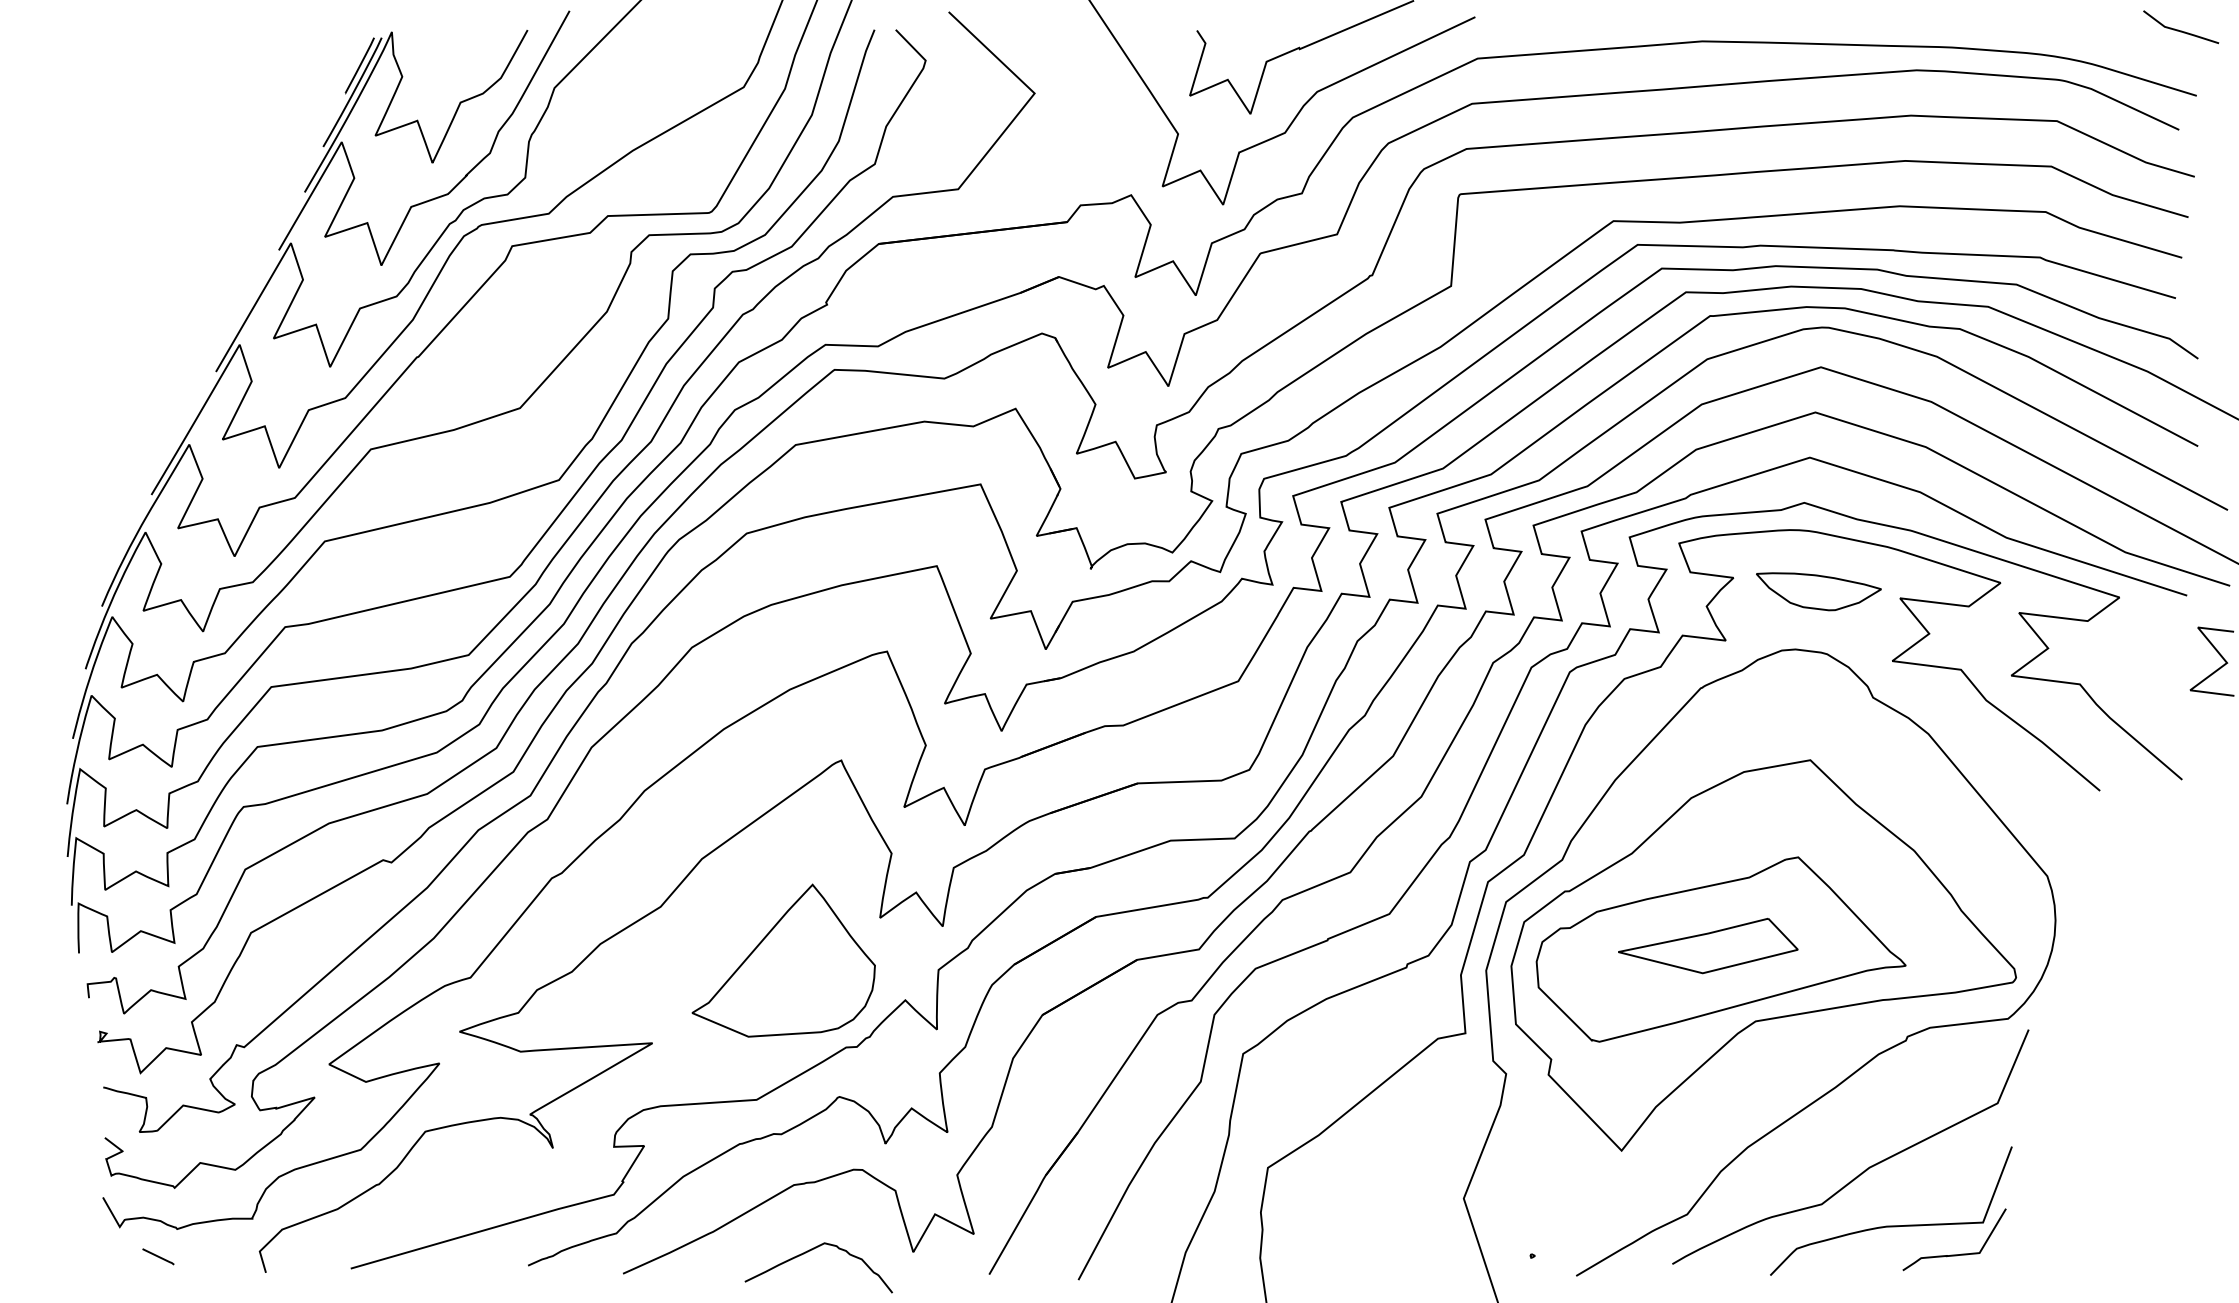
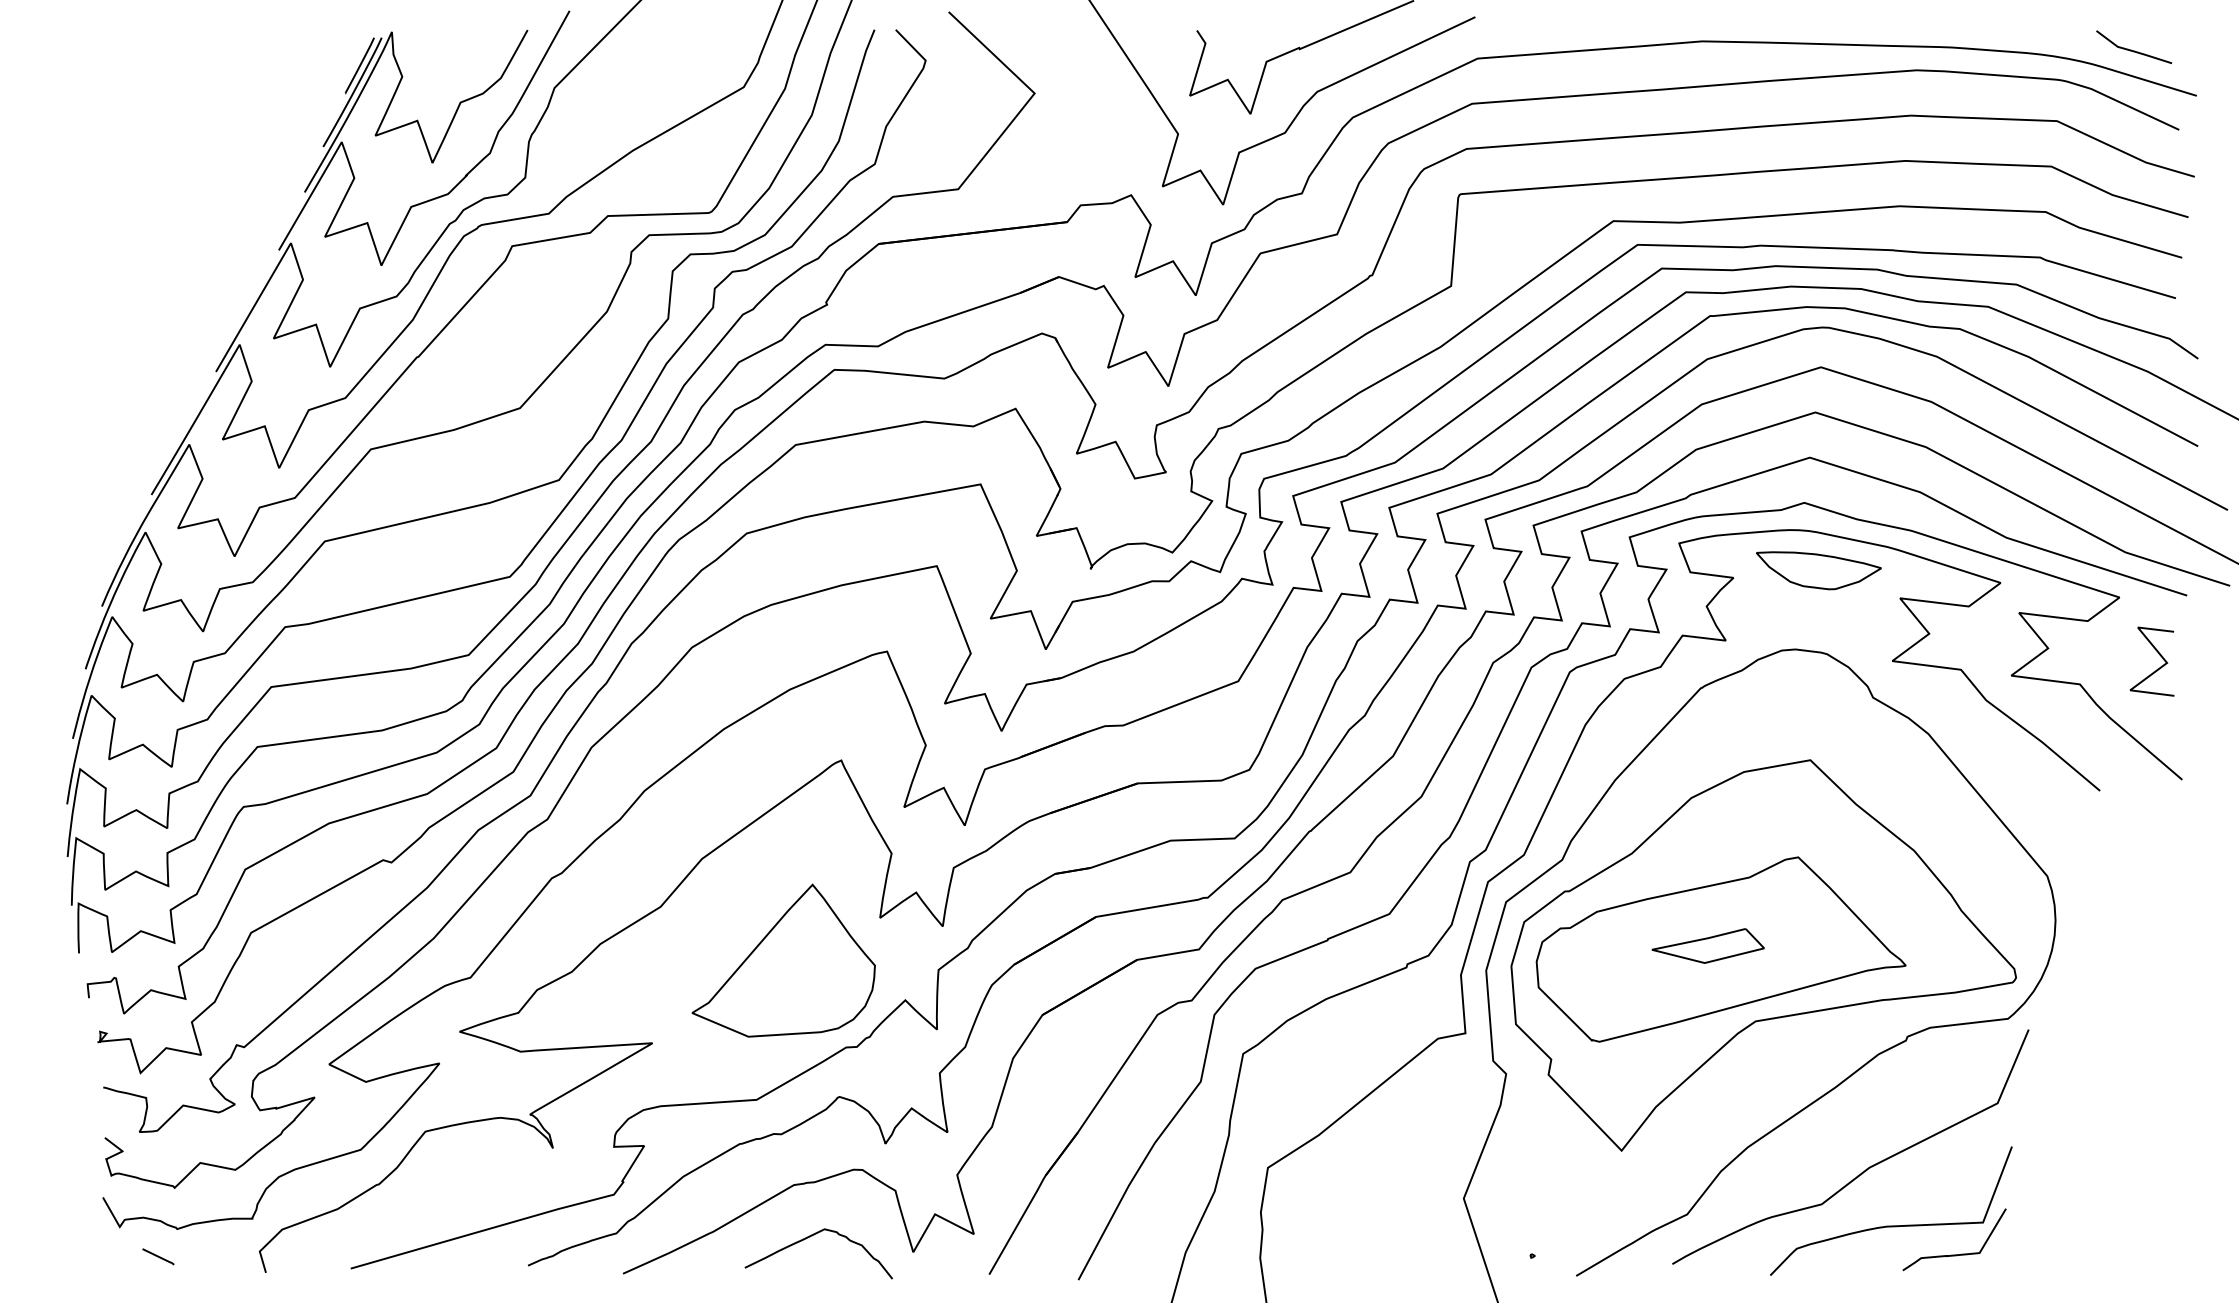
curve at (2181, 30) position: (2181, 30) -> (2134, 50)
part at (1818, 591) position: (1818, 591) -> (1818, 570)
curve at (2217, 668) position: (2217, 668) -> (2157, 668)
part at (1708, 945) size: 181x58 px -> 114x36 px
curve at (810, 1251) position: (810, 1251) -> (810, 1237)
